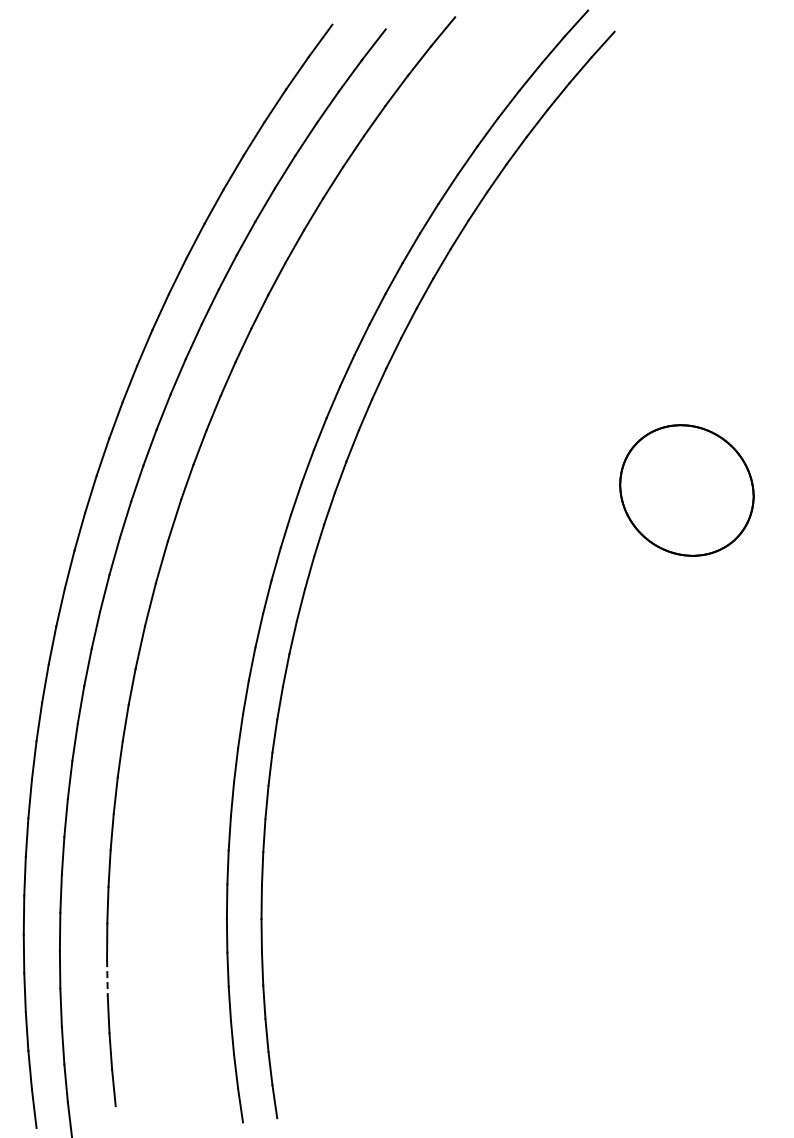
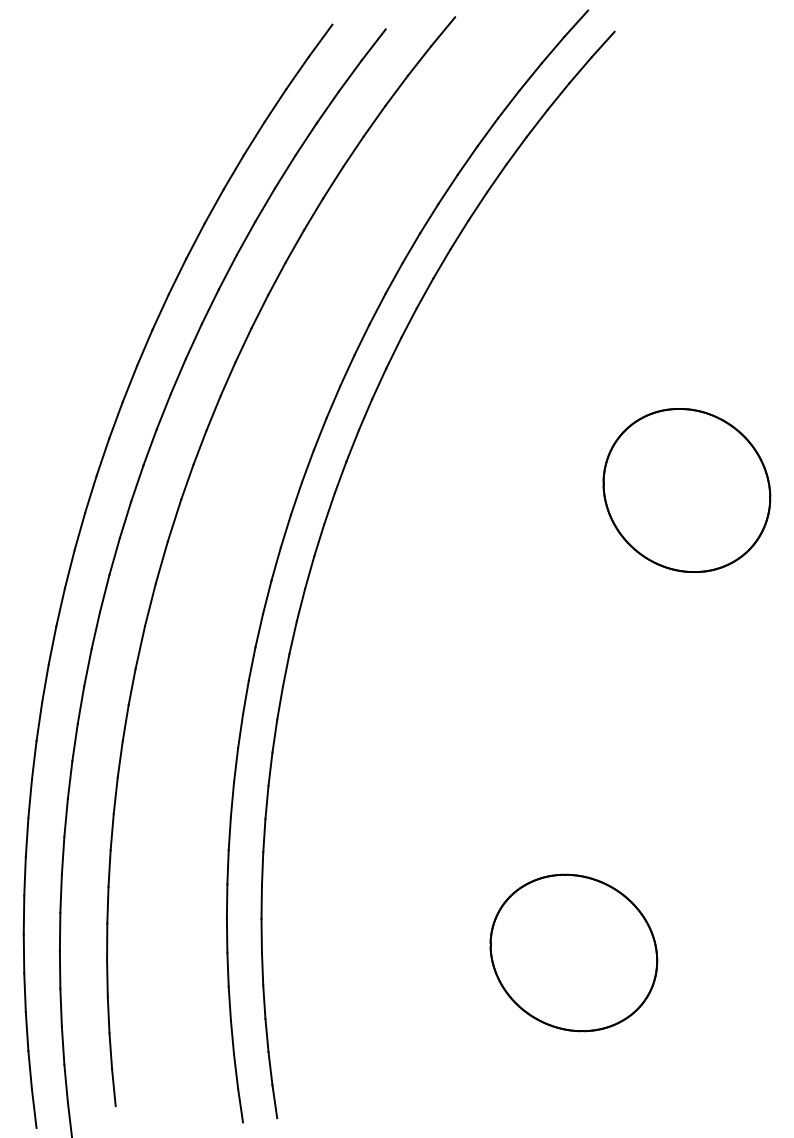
part at (686, 490) size: 136x133 px -> 170x165 px
part at (573, 952): none -> present
line at (107, 978): dashed -> solid
